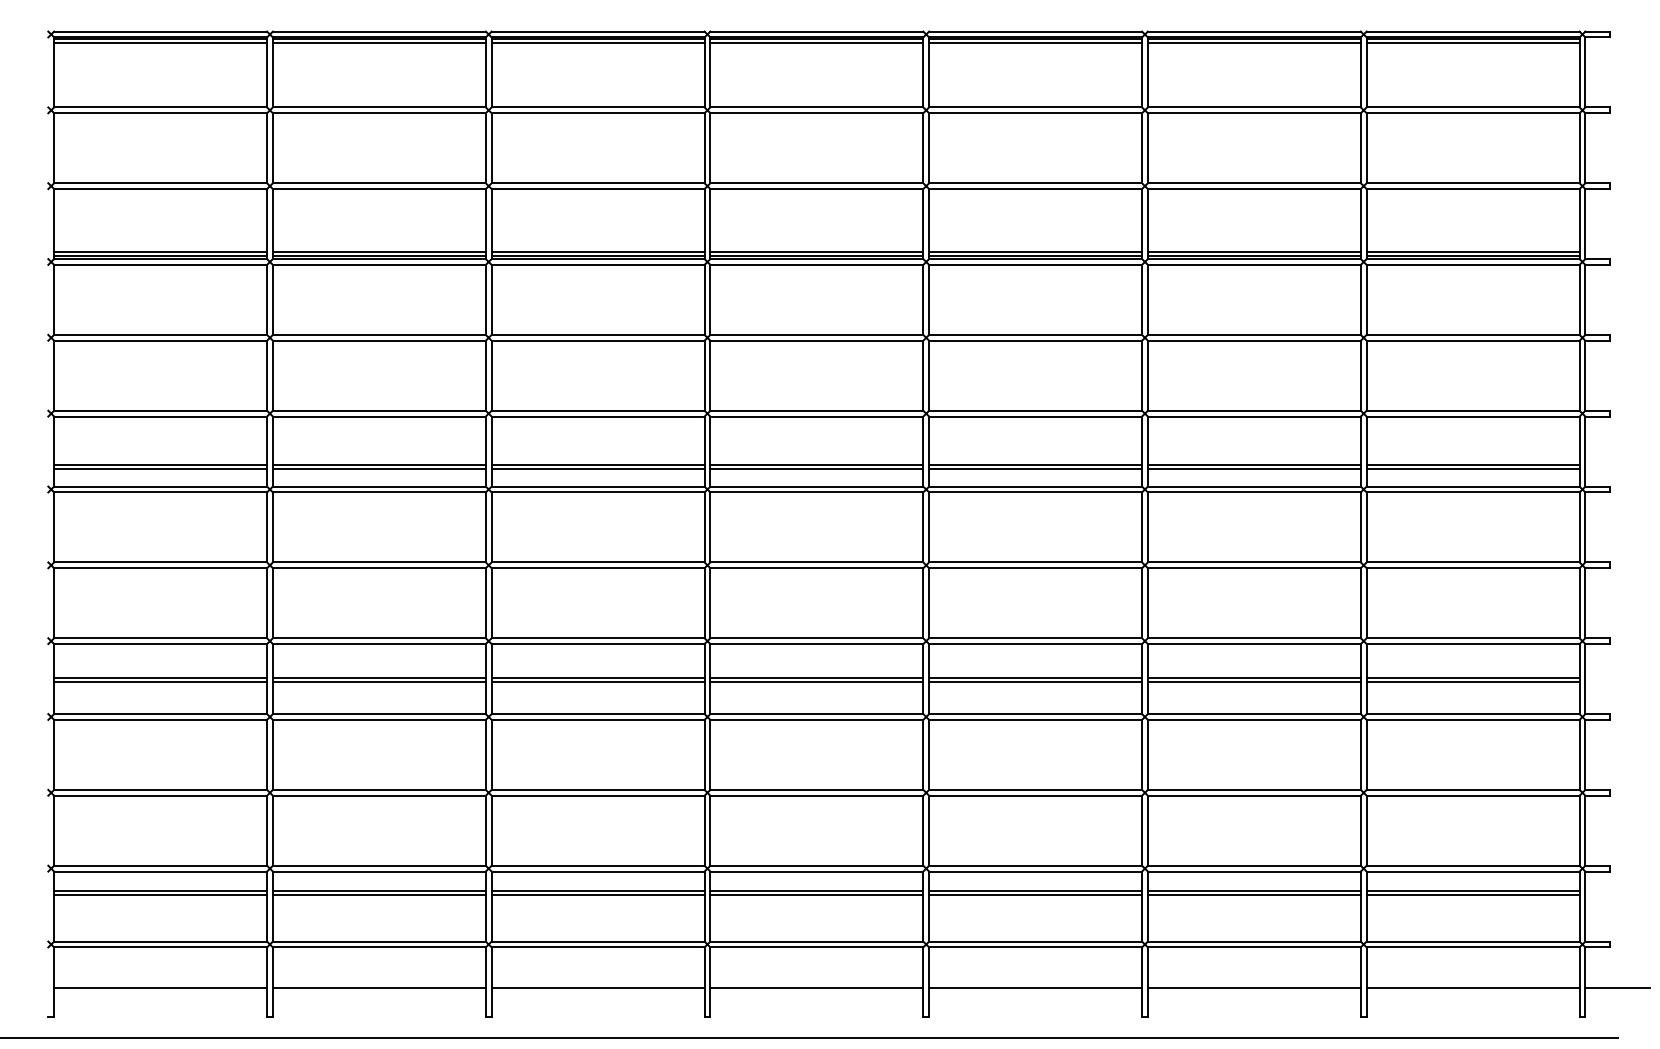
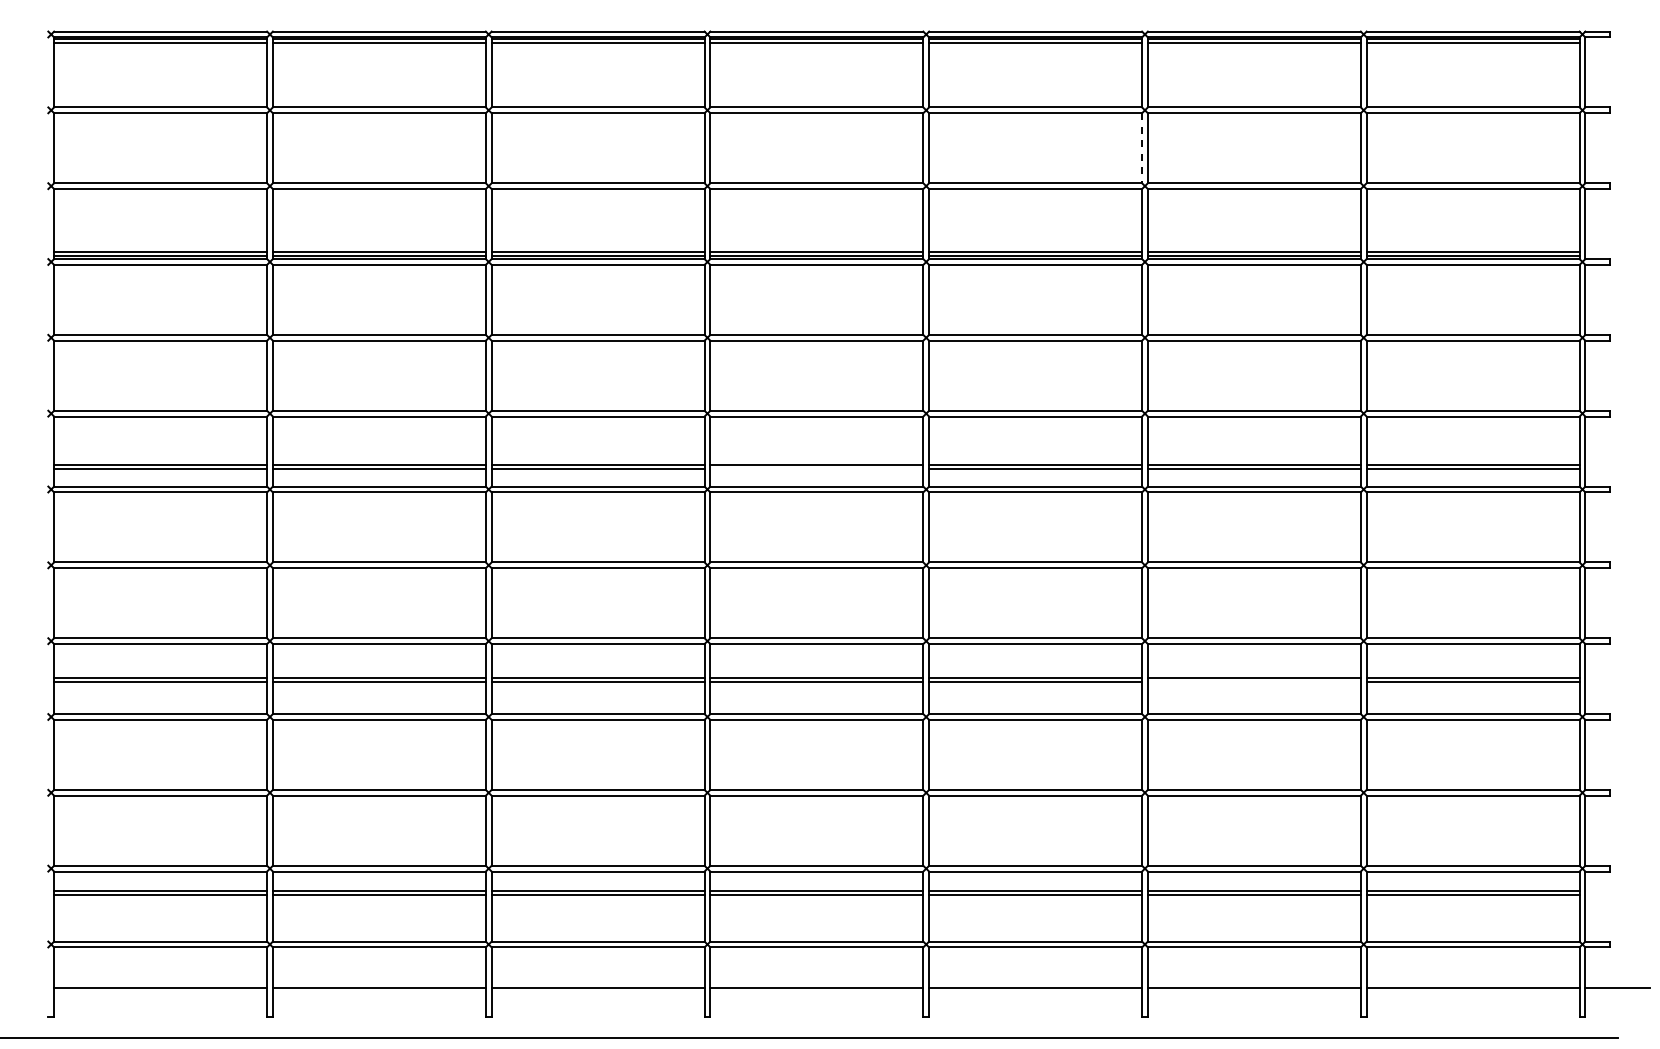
line at (1142, 148): solid -> dashed
line at (816, 469): present -> none
line at (1253, 681): present -> none
